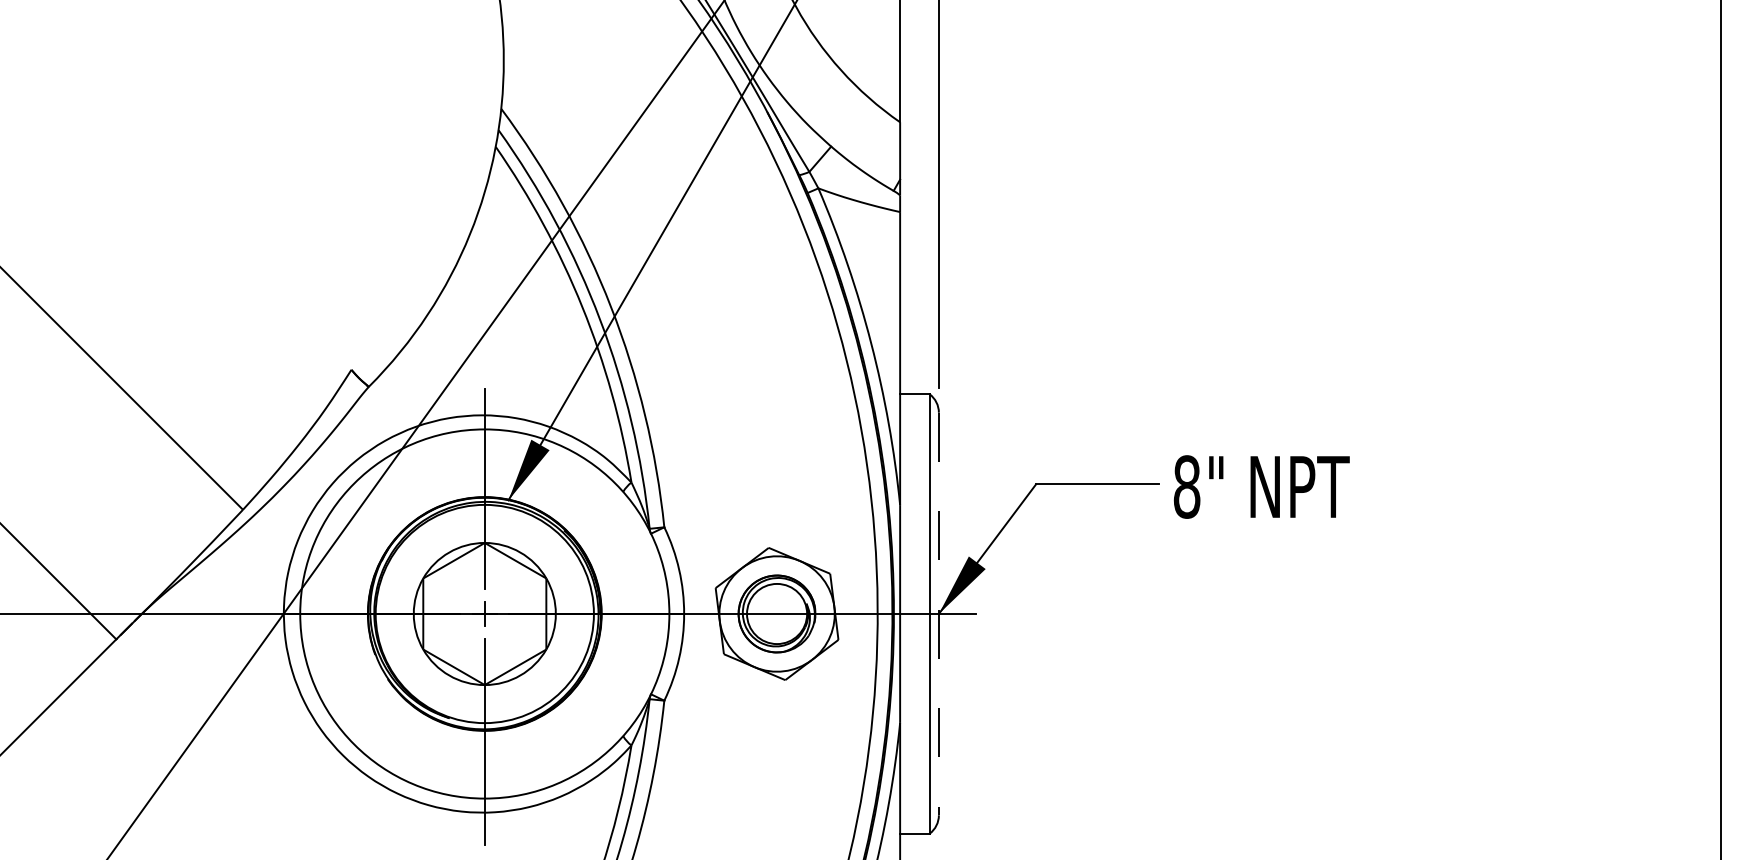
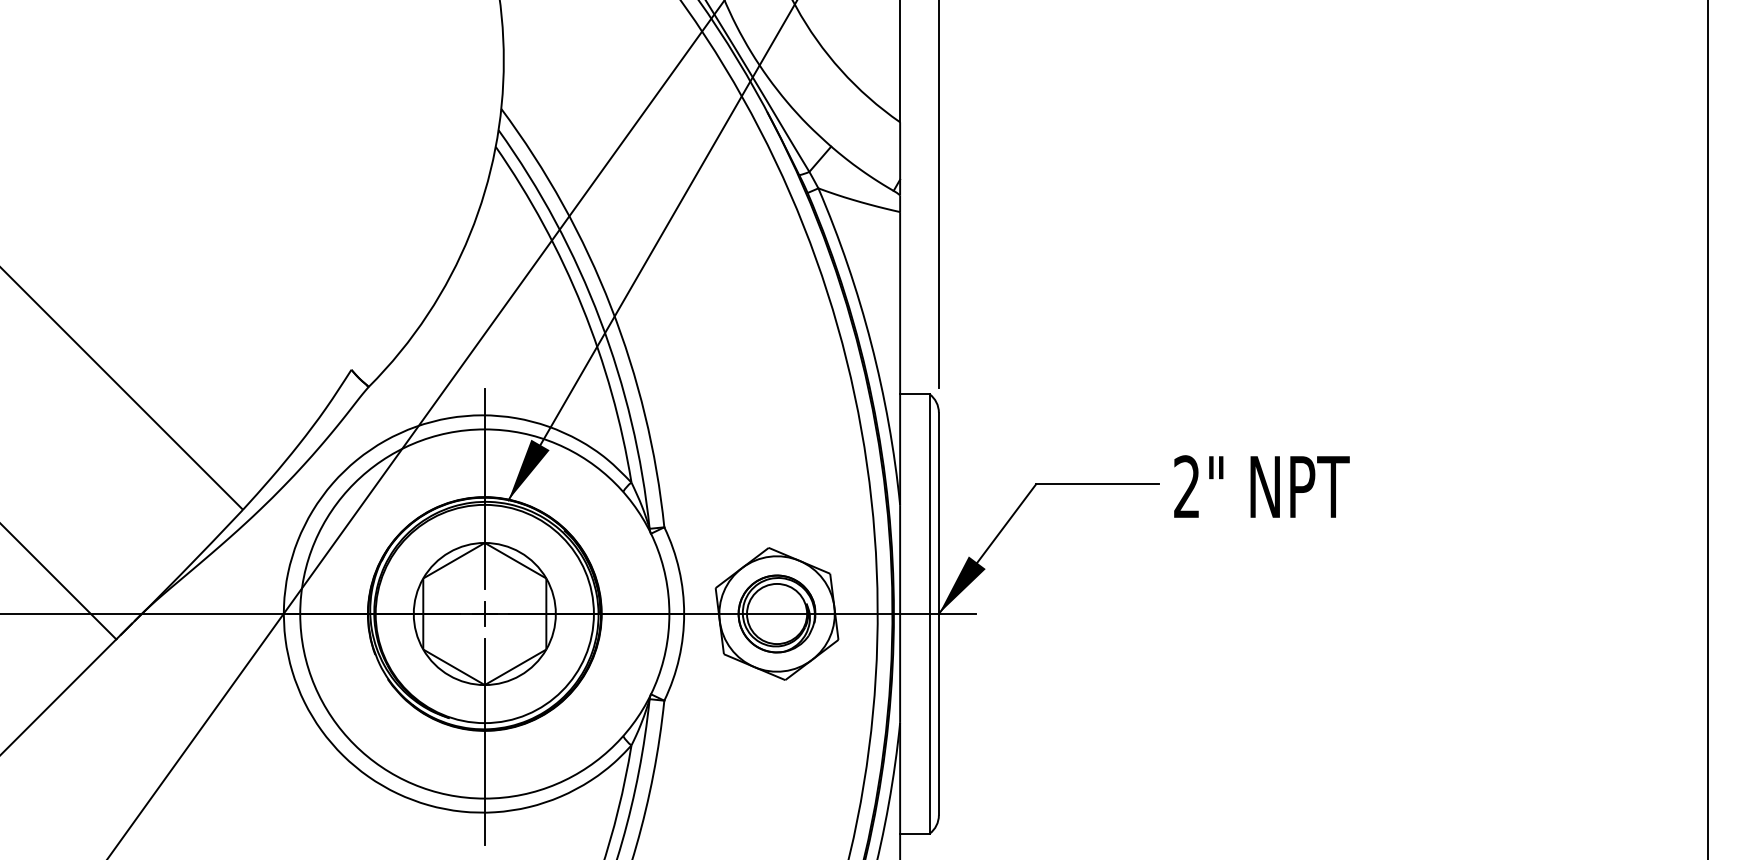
line at (1721, 429) position: (1721, 429) -> (1708, 429)
text at (1186, 486): 8" -> 2"
line at (938, 614): dashed -> solid
